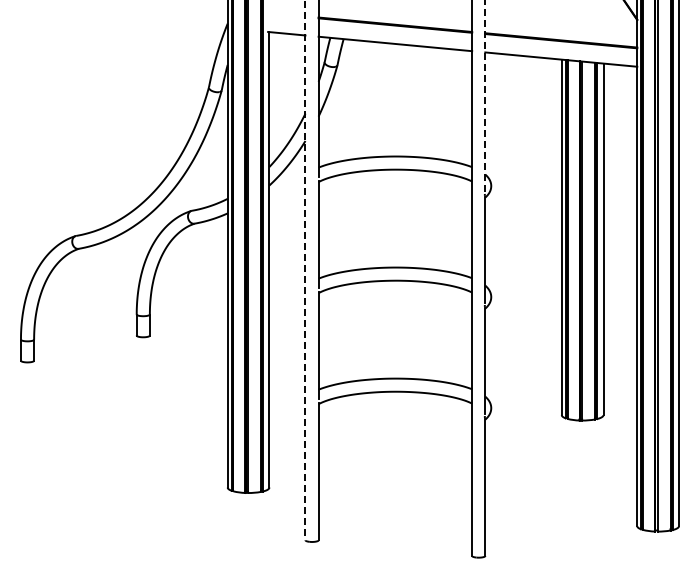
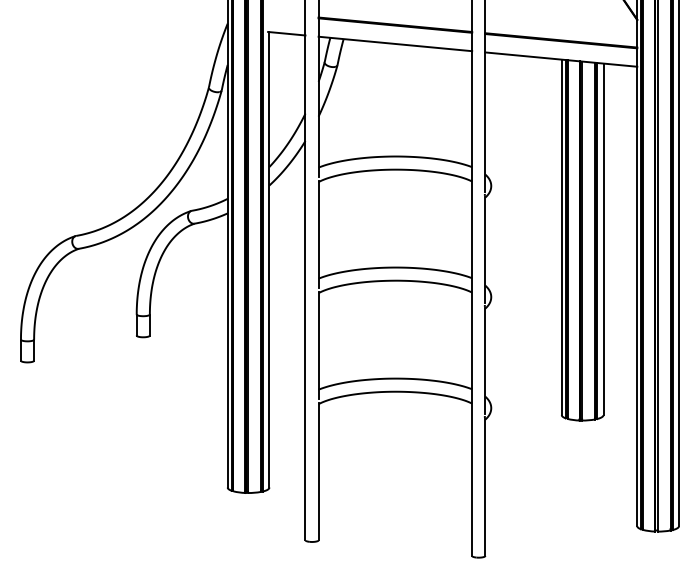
line at (485, 96): dashed -> solid
line at (305, 270): dashed -> solid
